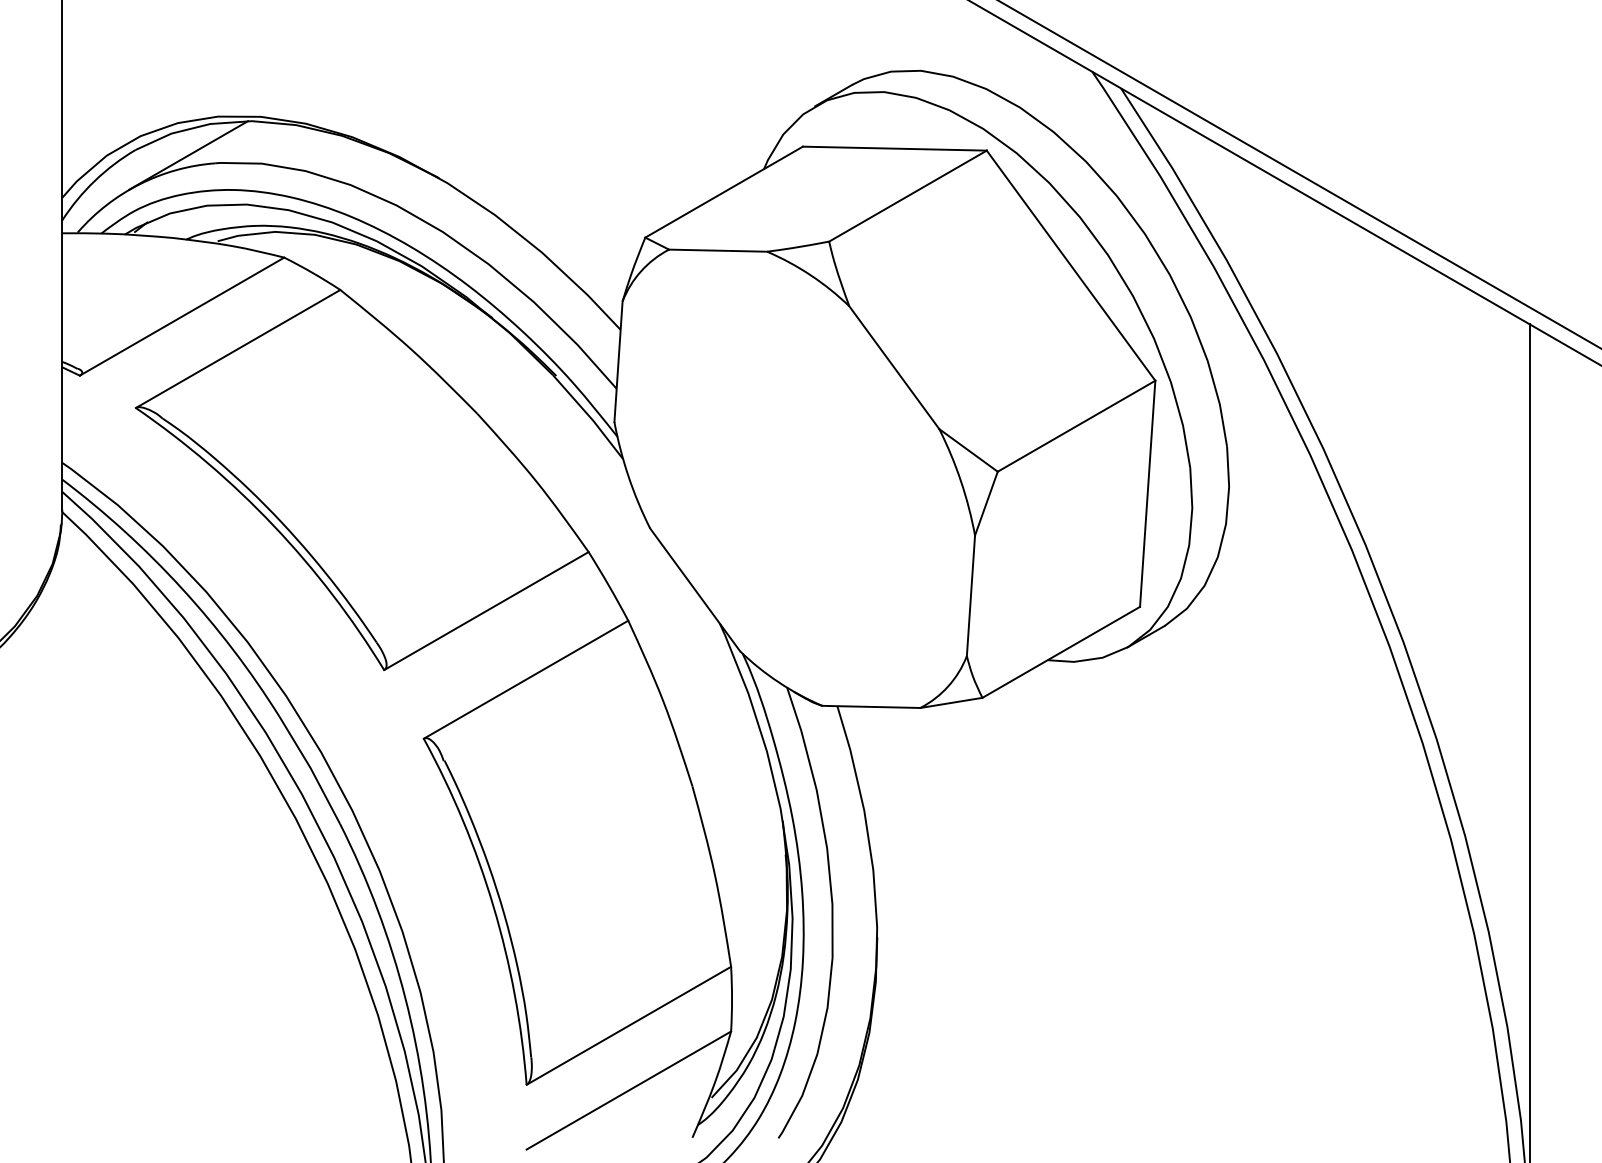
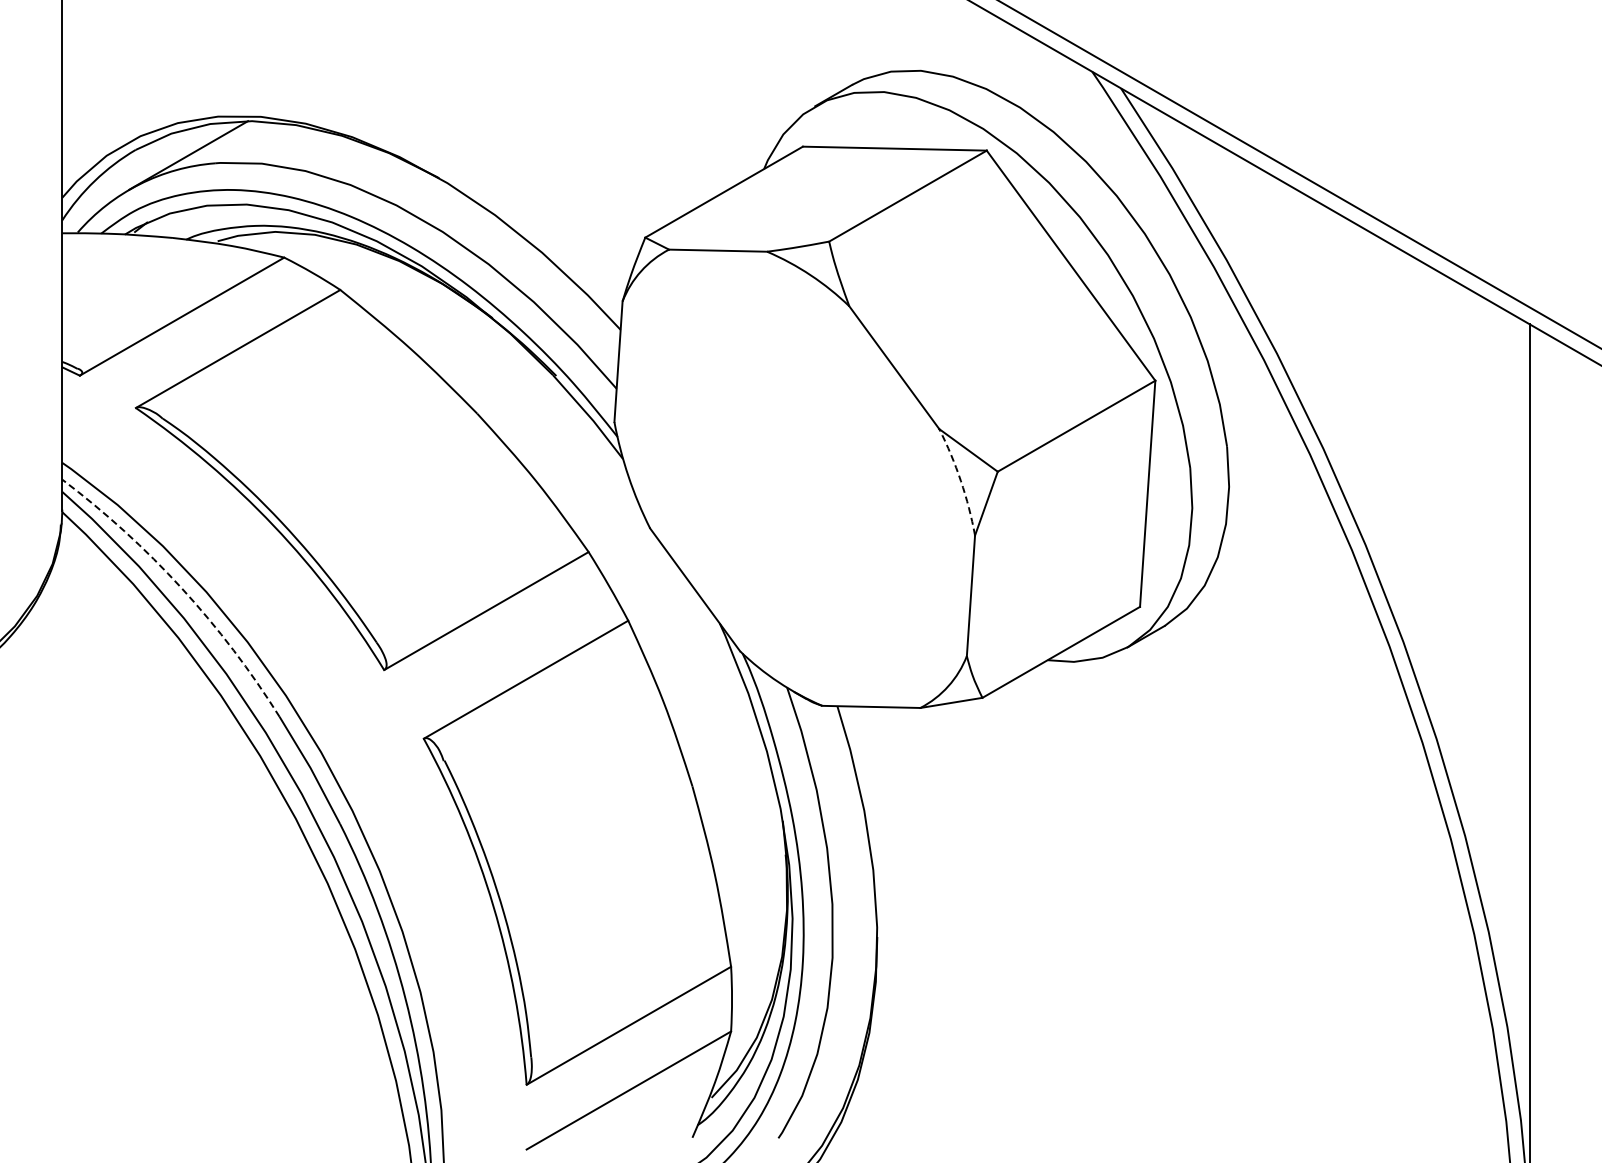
arc at (960, 481): solid -> dashed
arc at (181, 588): solid -> dashed
